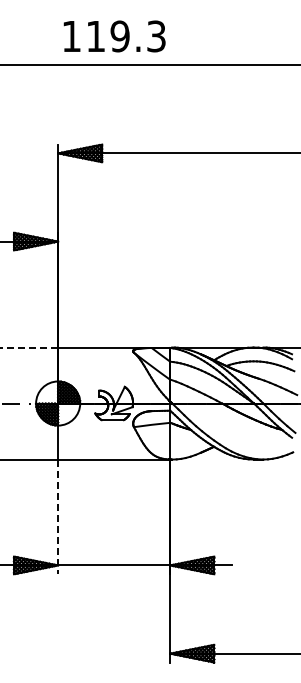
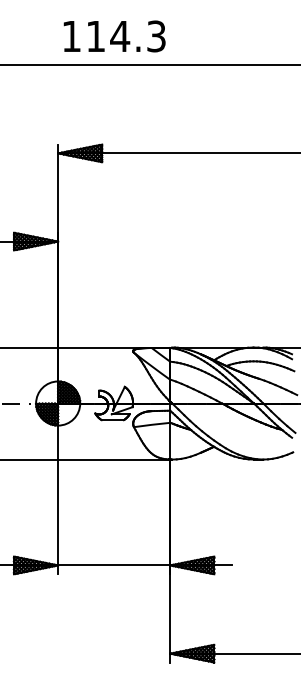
text at (120, 36): 119.3 -> 114.3
line at (29, 347): dashed -> solid
line at (58, 517): dashed -> solid
